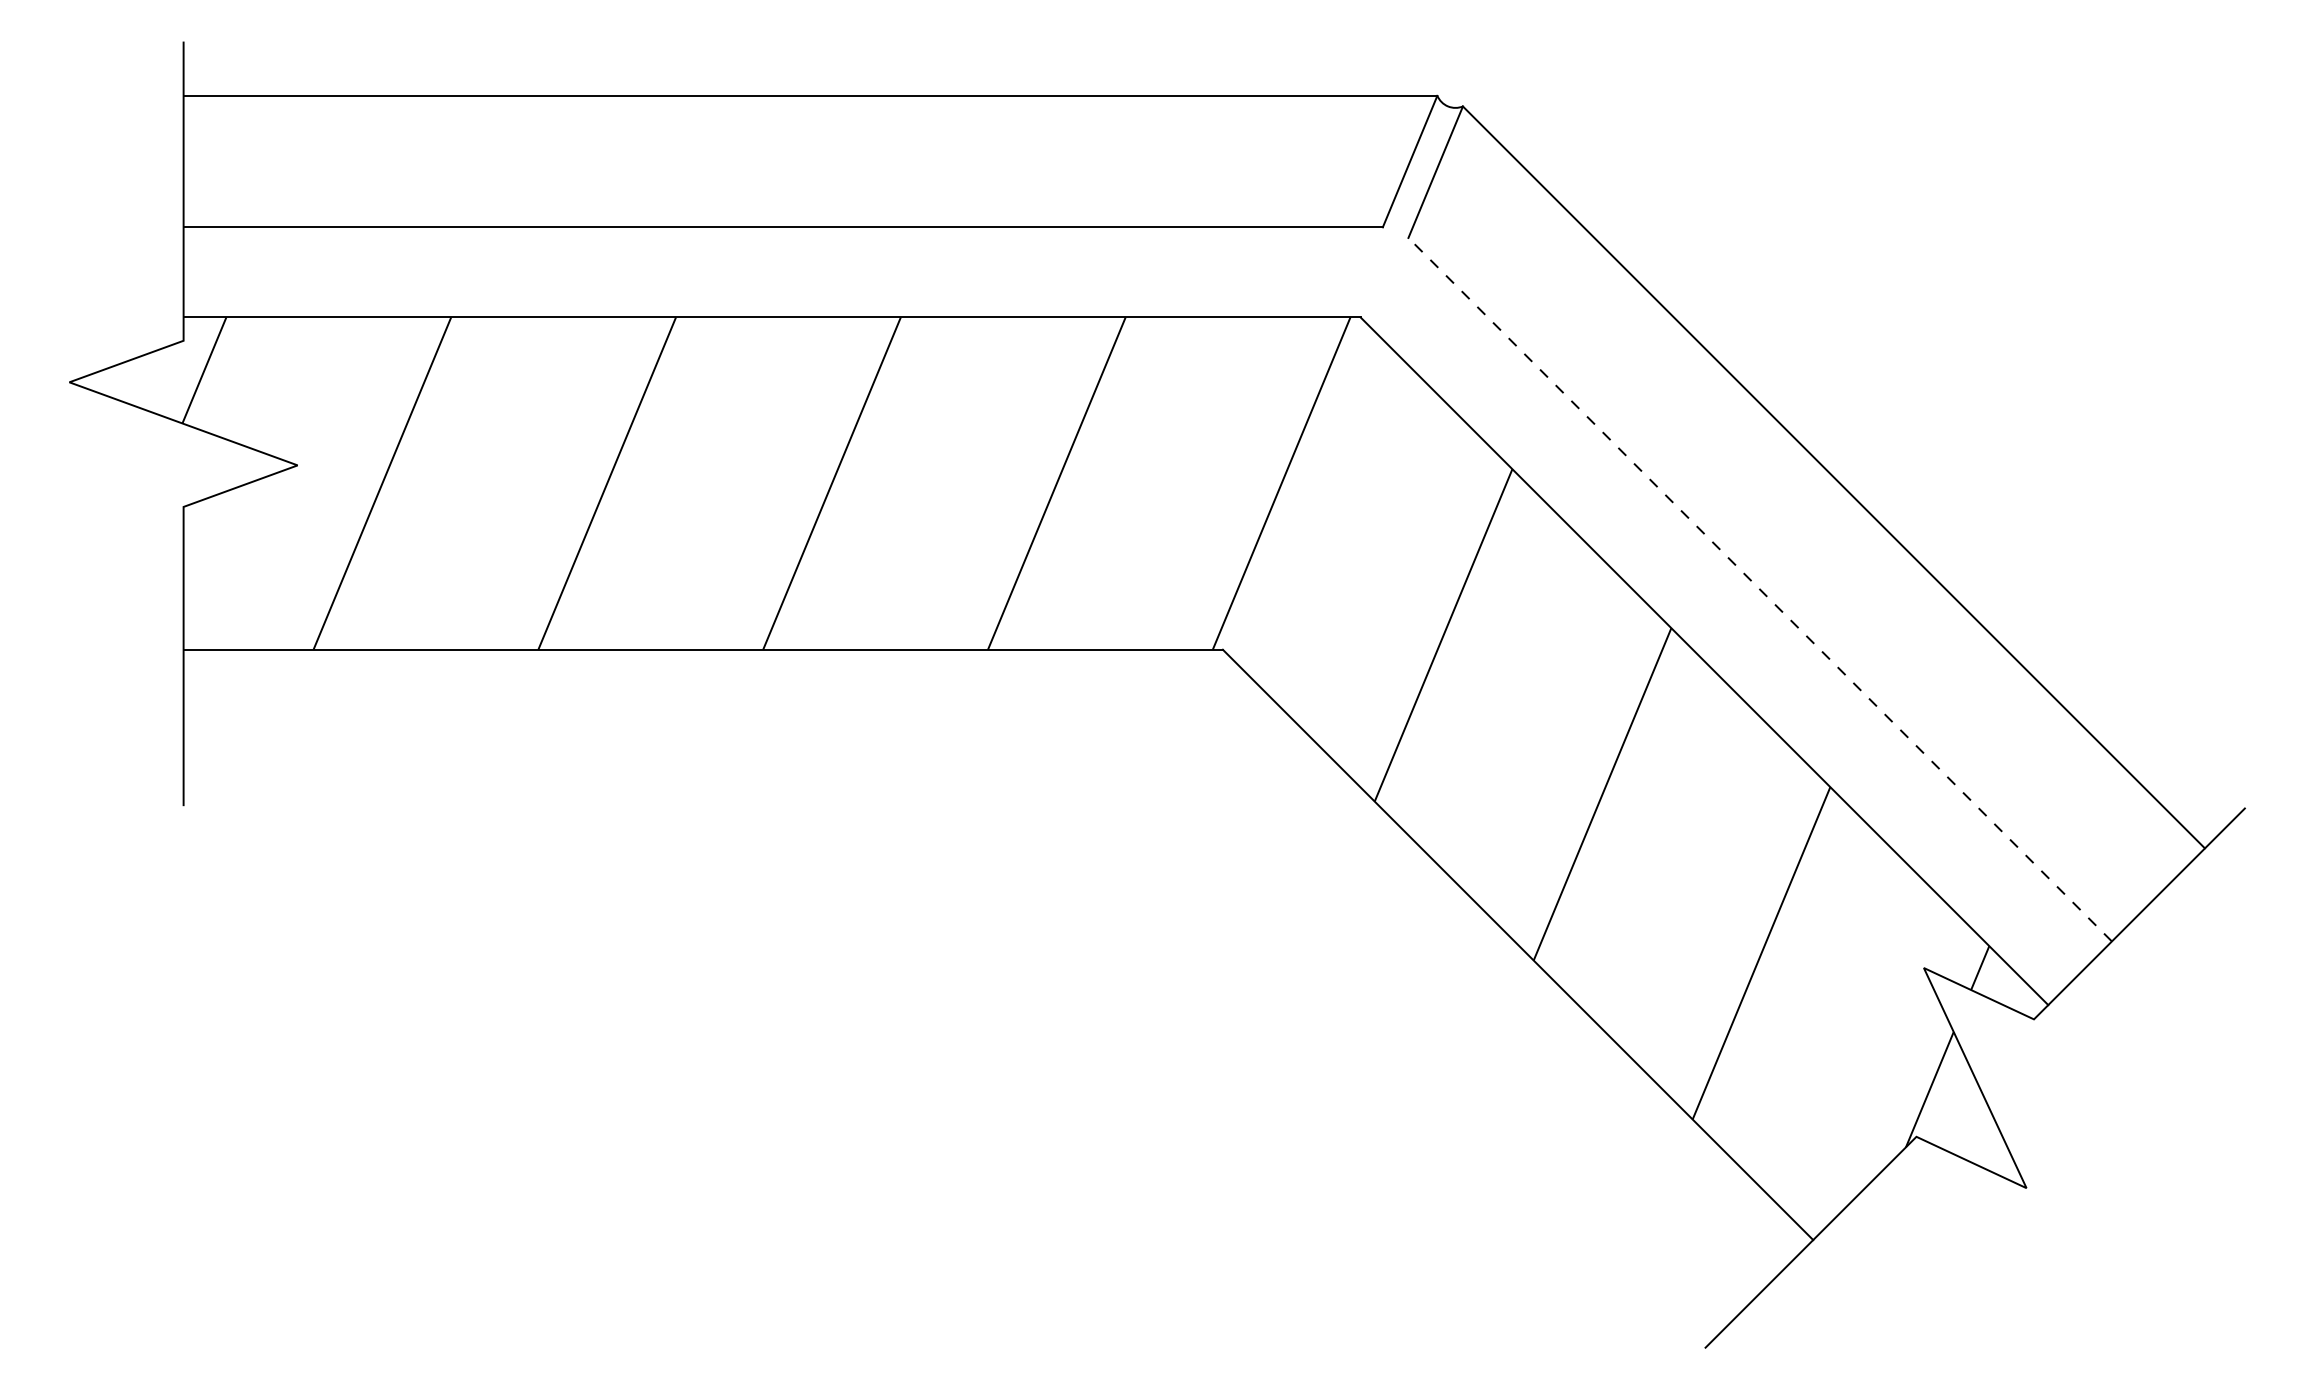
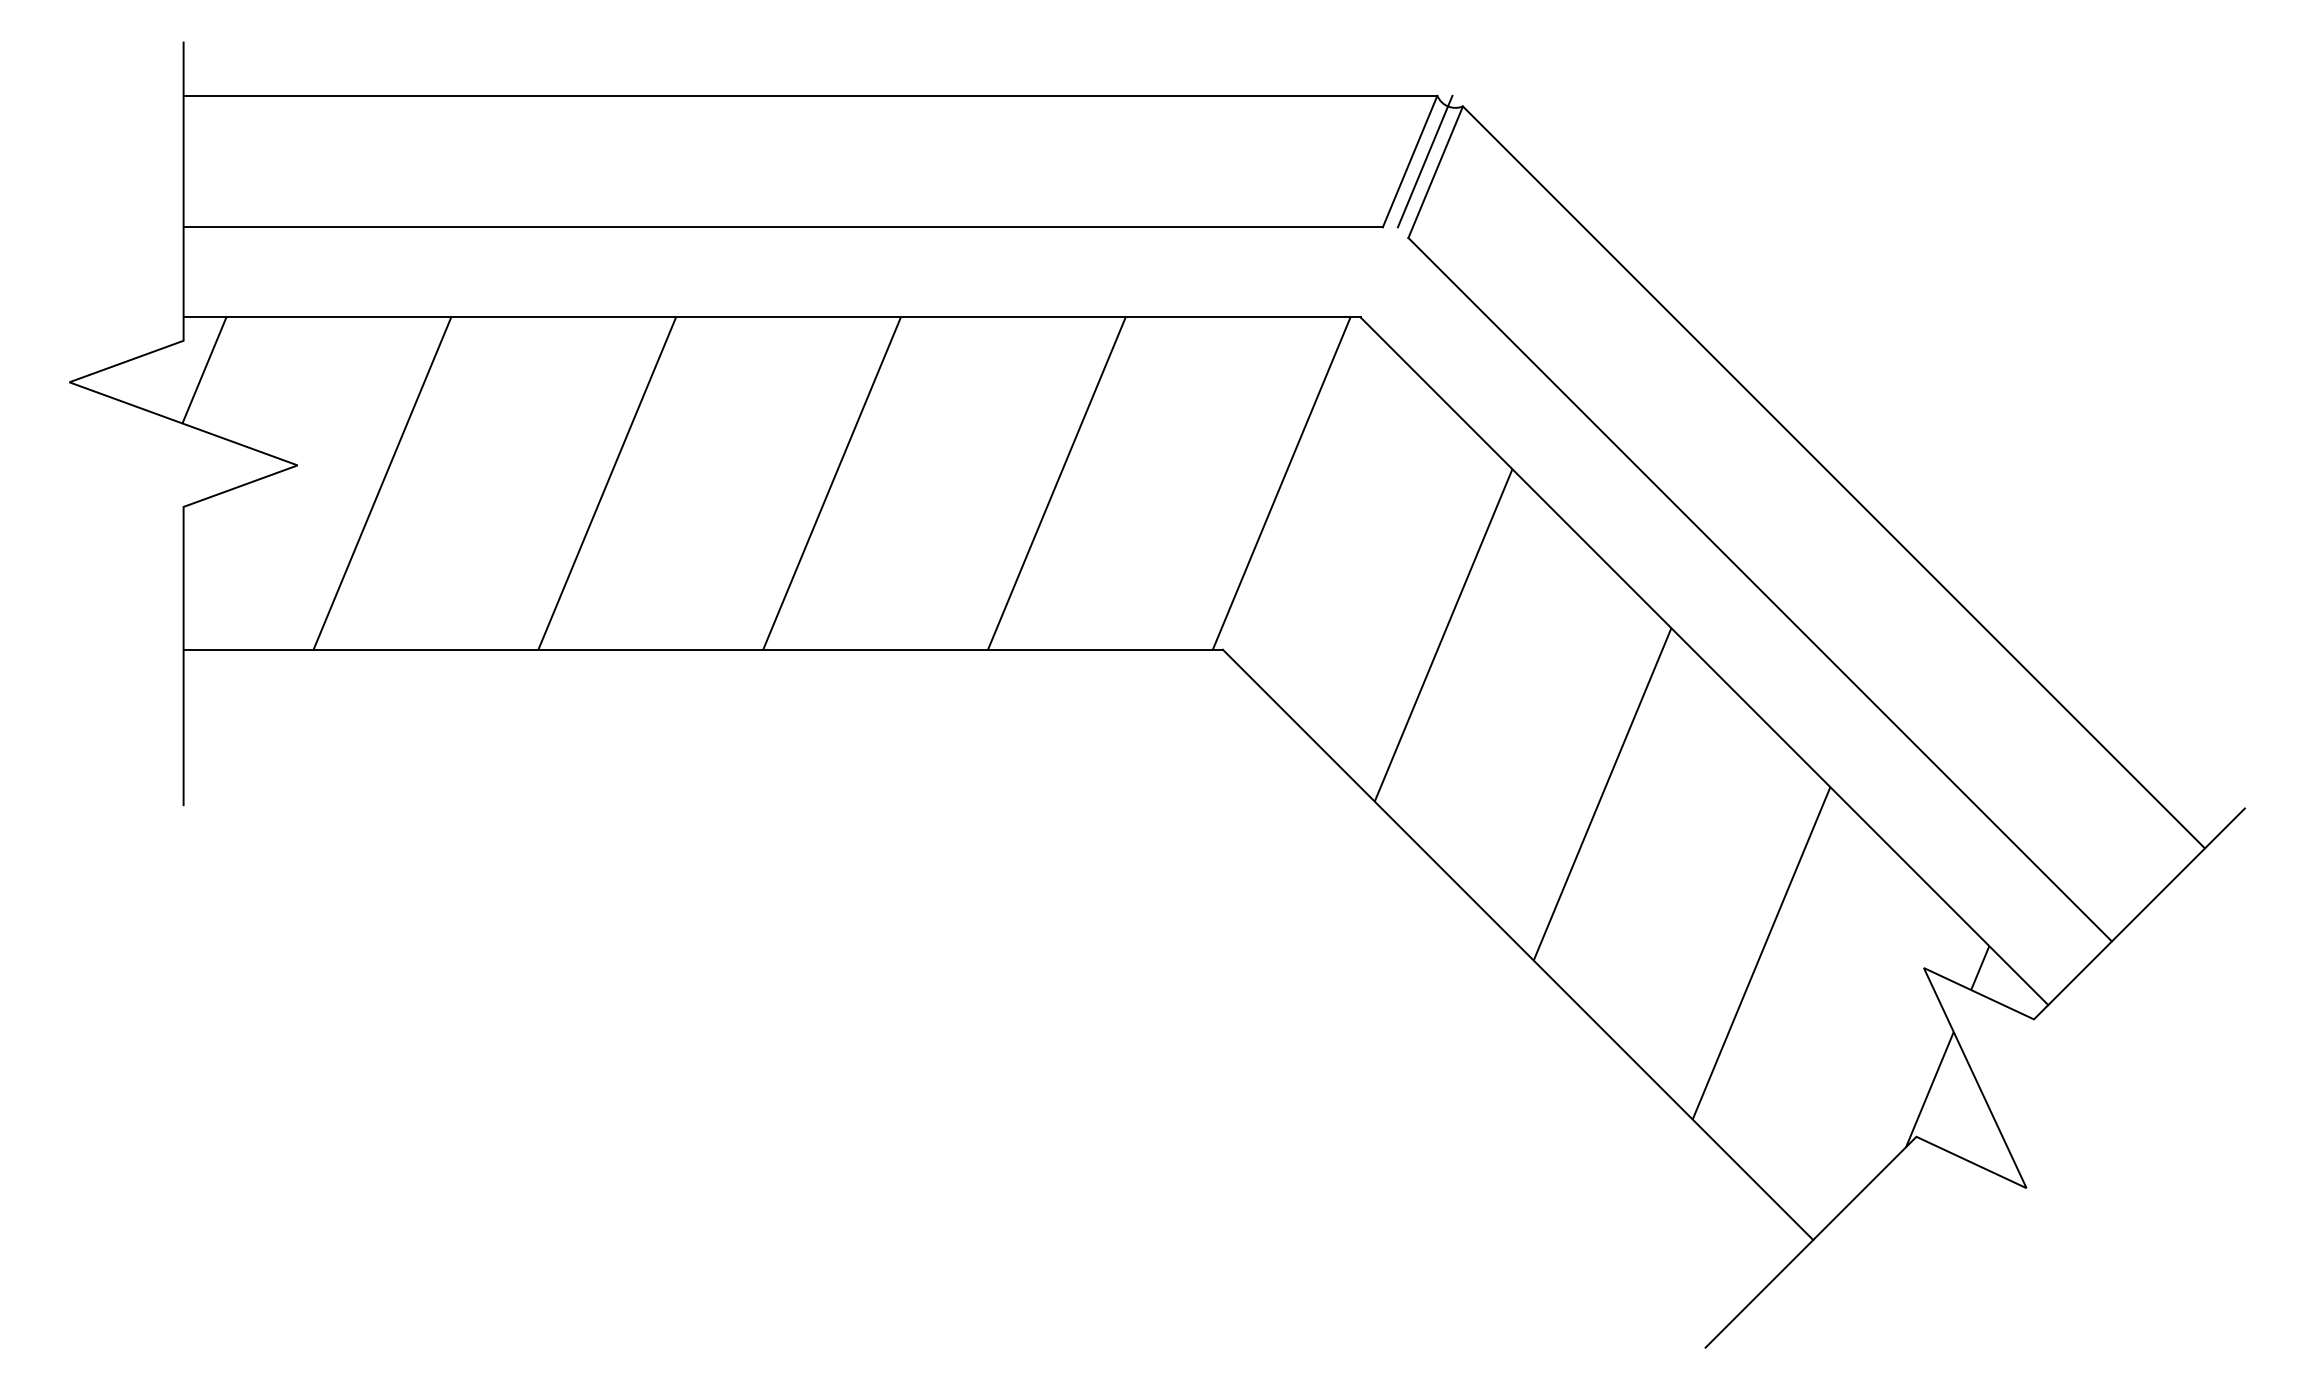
line at (1424, 161): none -> present
line at (1759, 589): dashed -> solid
